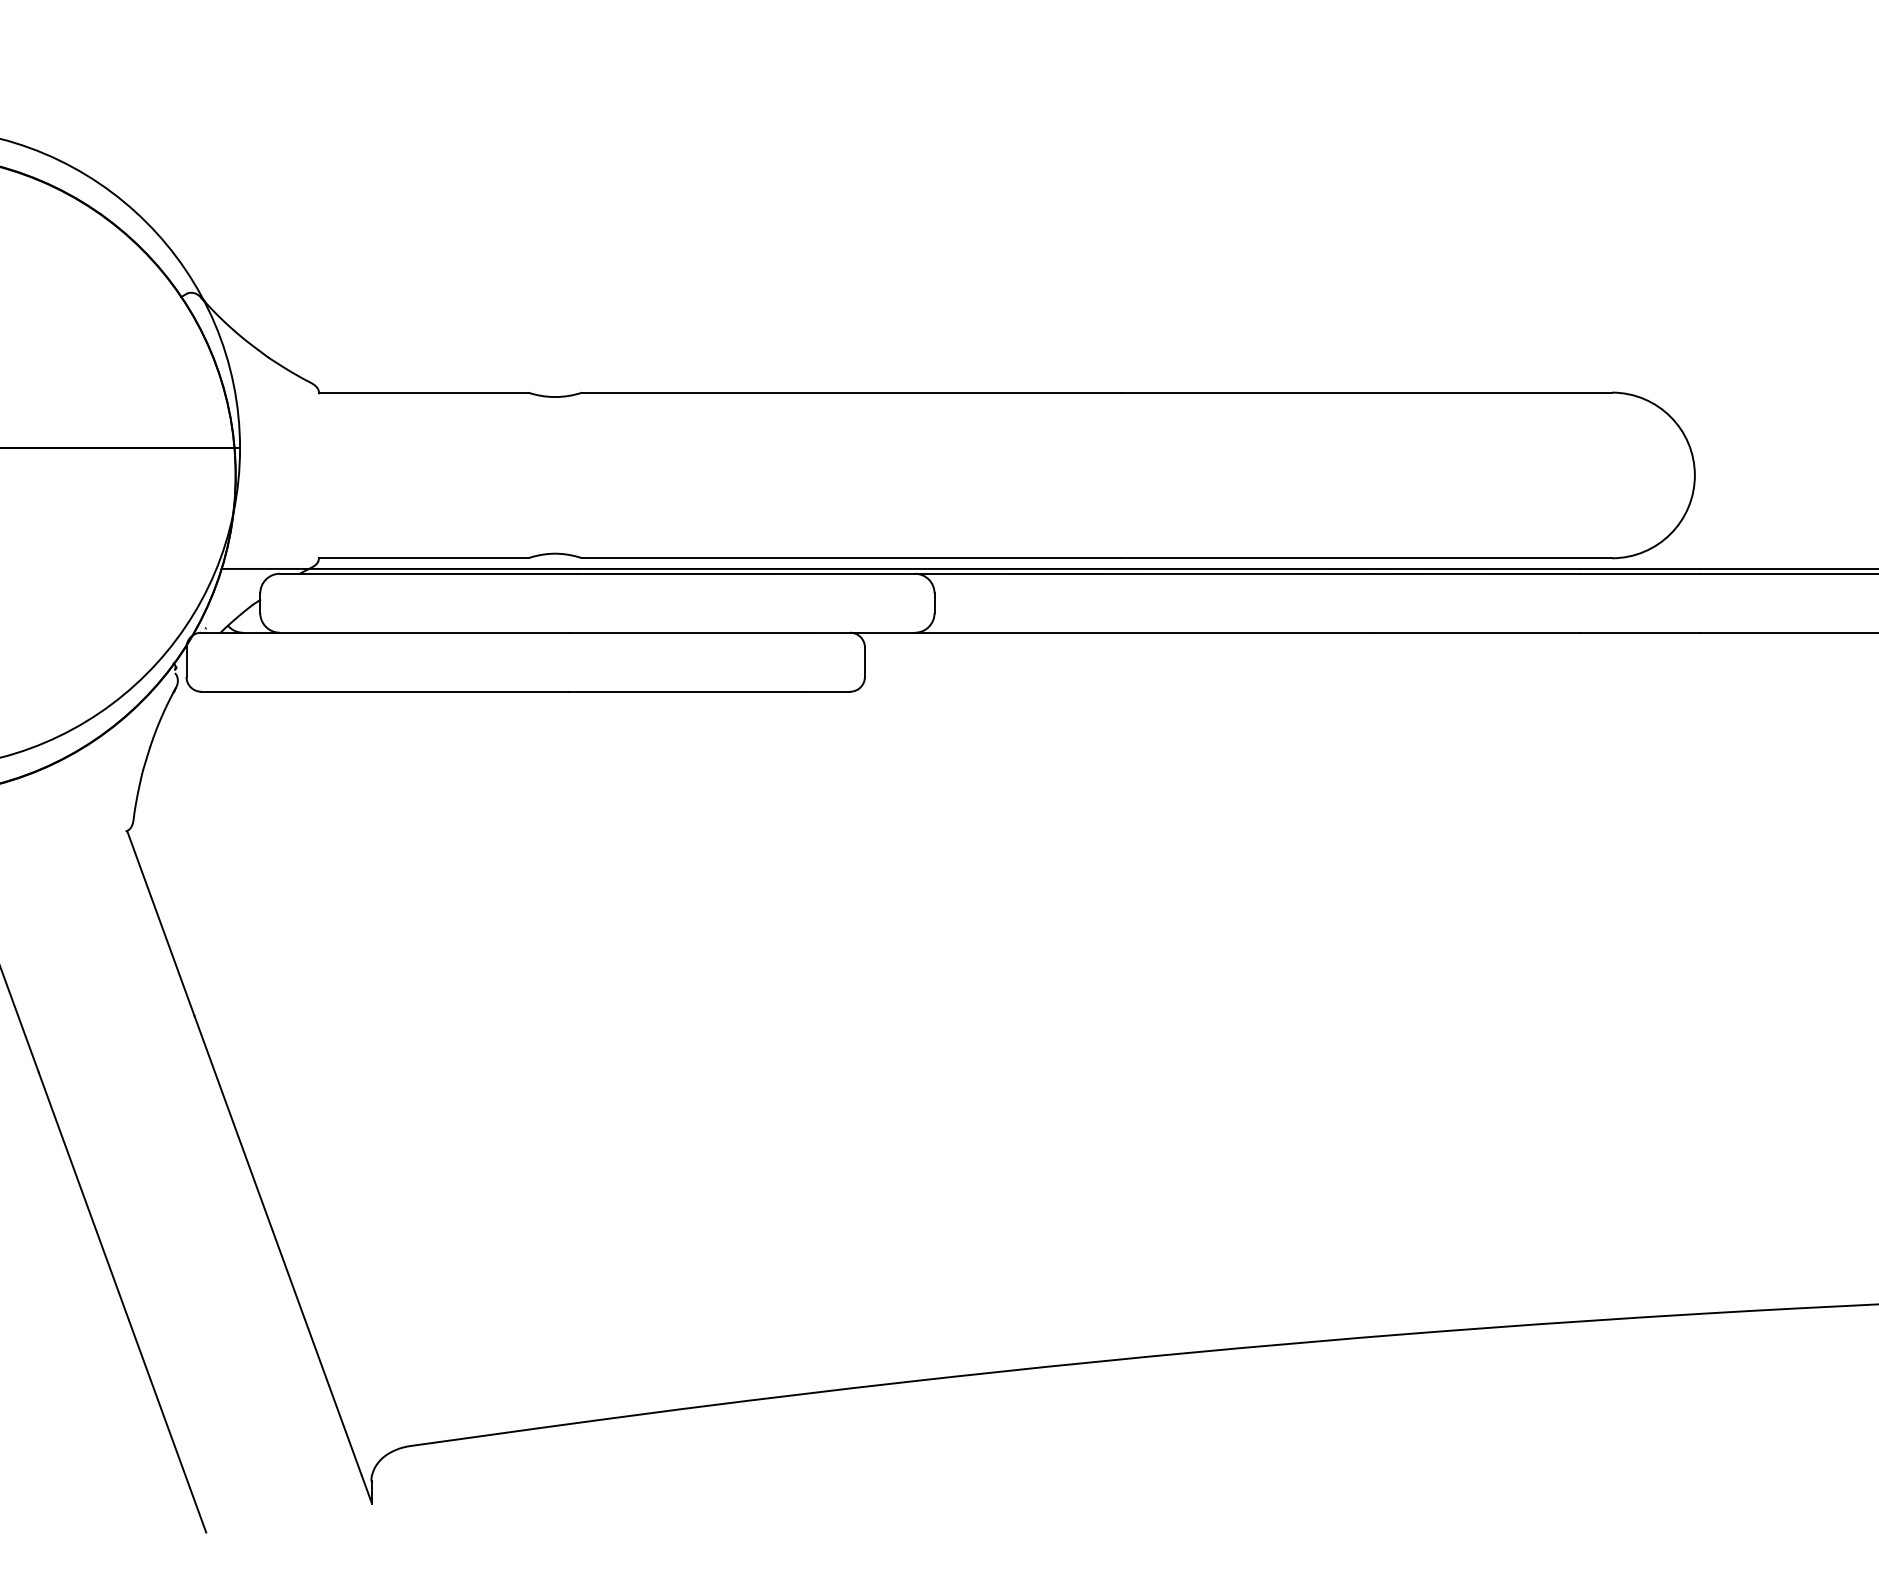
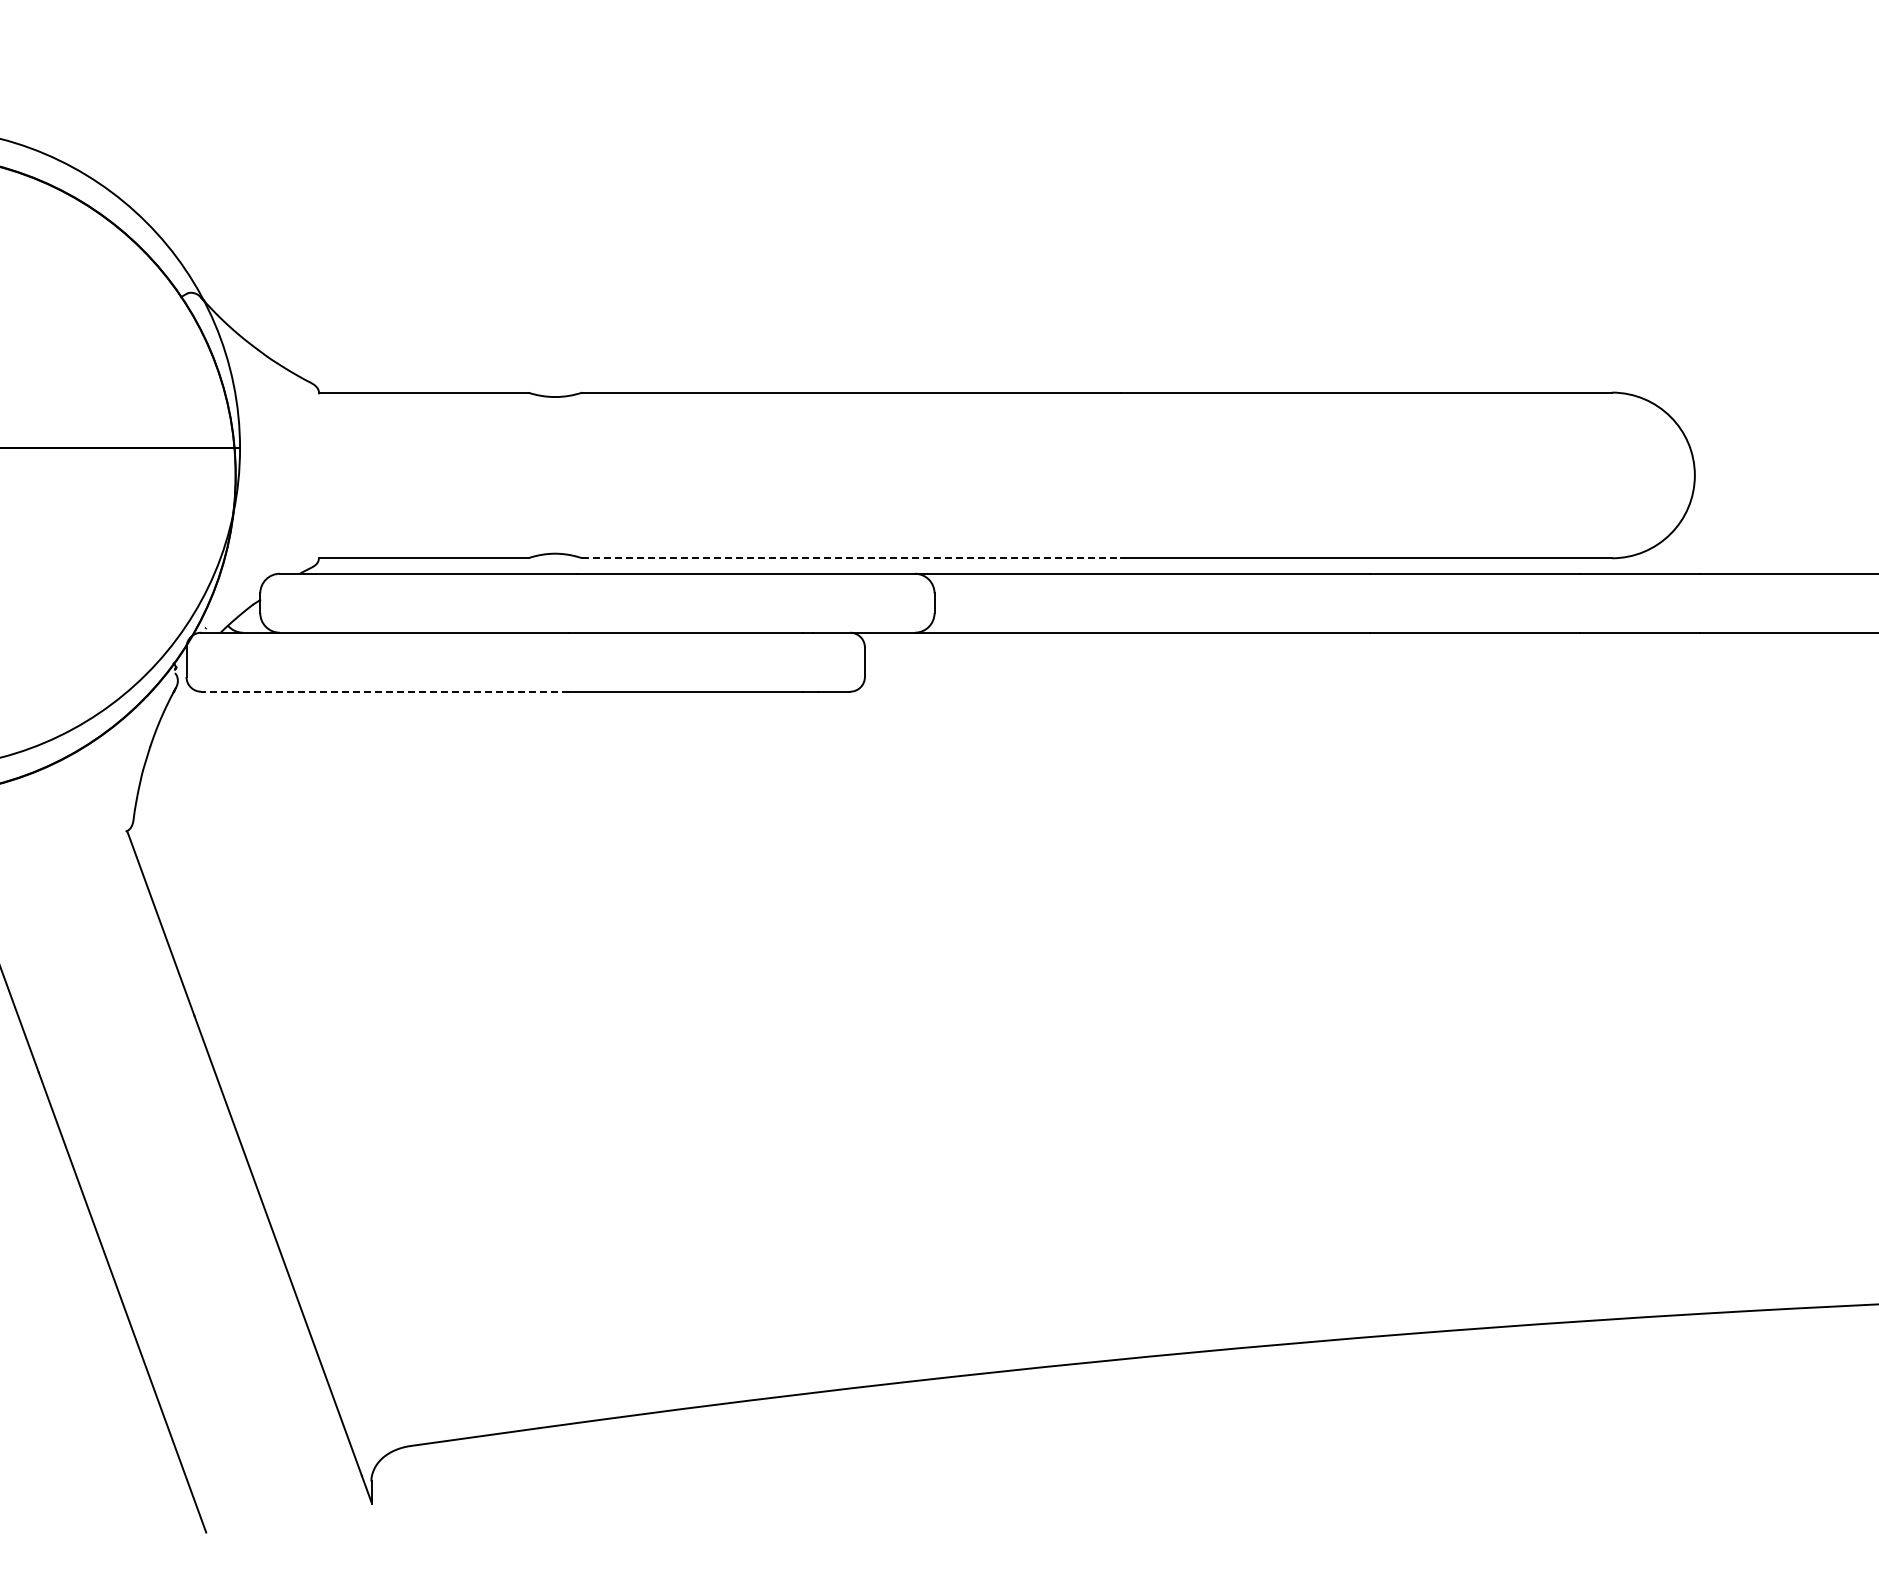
line at (851, 558): solid -> dashed
line at (1048, 568): present -> none
line at (384, 691): solid -> dashed
